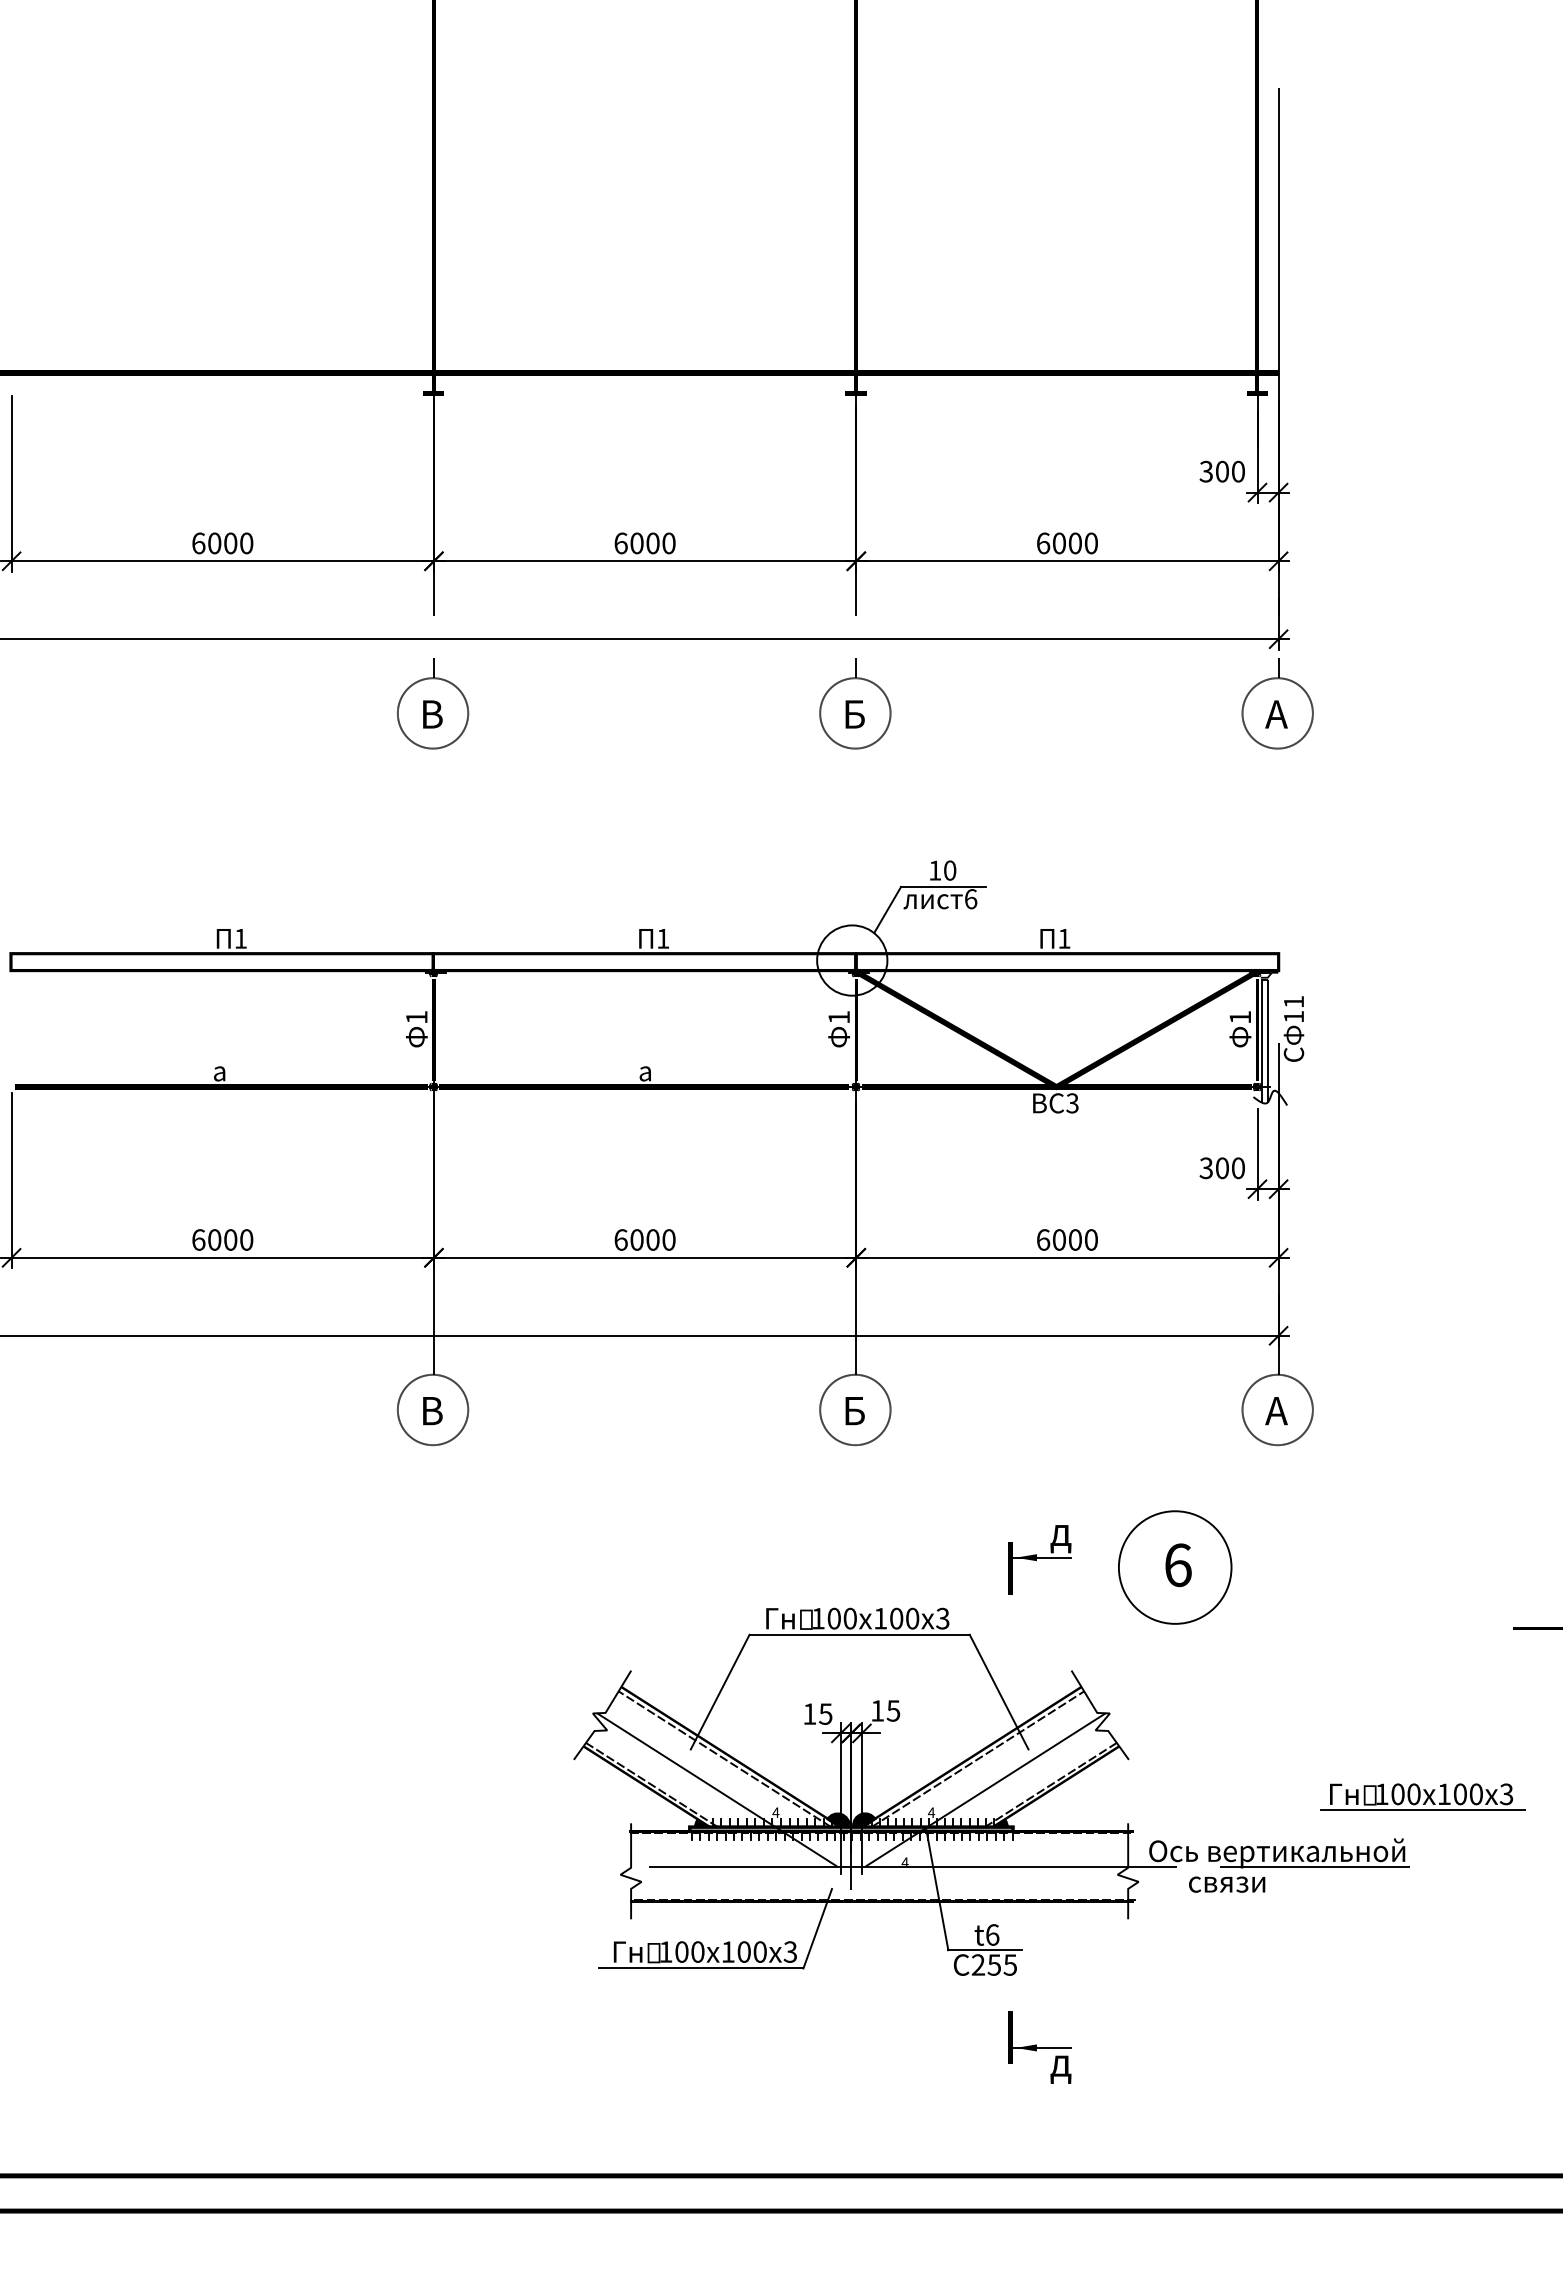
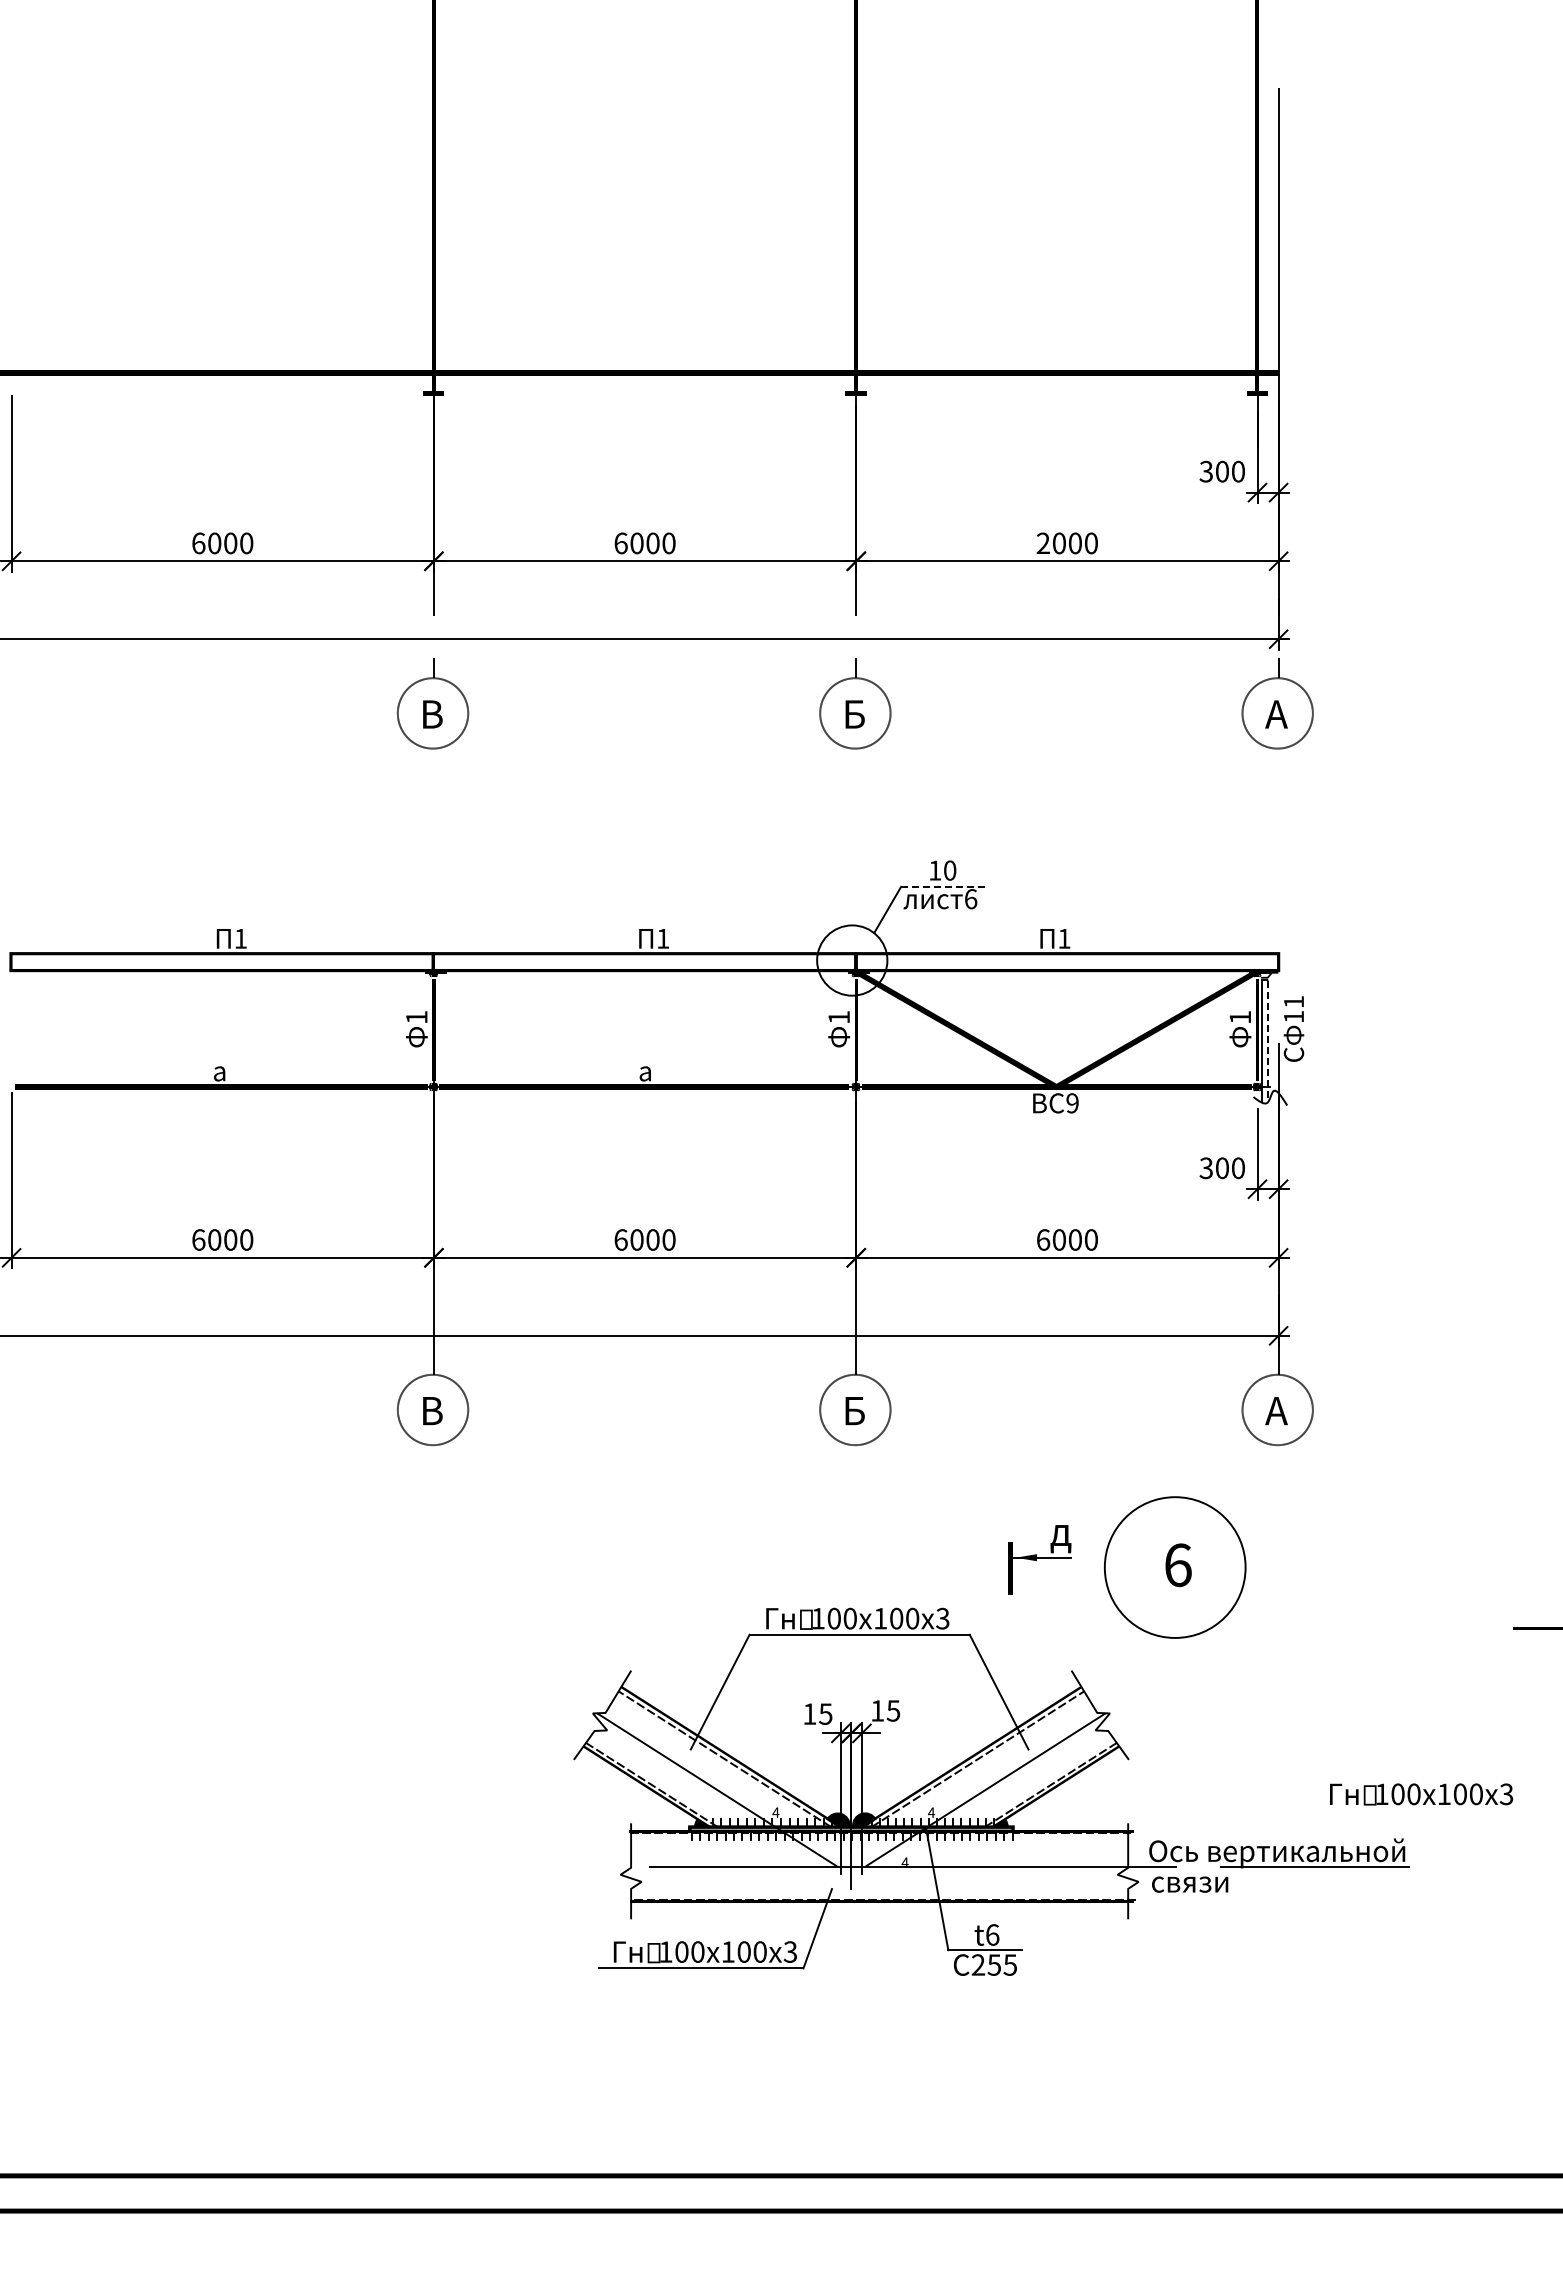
text at (1043, 543): 6000 -> 2000
line at (943, 886): solid -> dashed
line at (1267, 1041): solid -> dashed
text at (1072, 1103): 3 -> 9
circle at (1174, 1567) diameter: 113 px -> 141 px
line at (1422, 1809): present -> none
text at (1227, 1884) position: (1227, 1884) -> (1190, 1884)
part at (1039, 2047): present -> none
